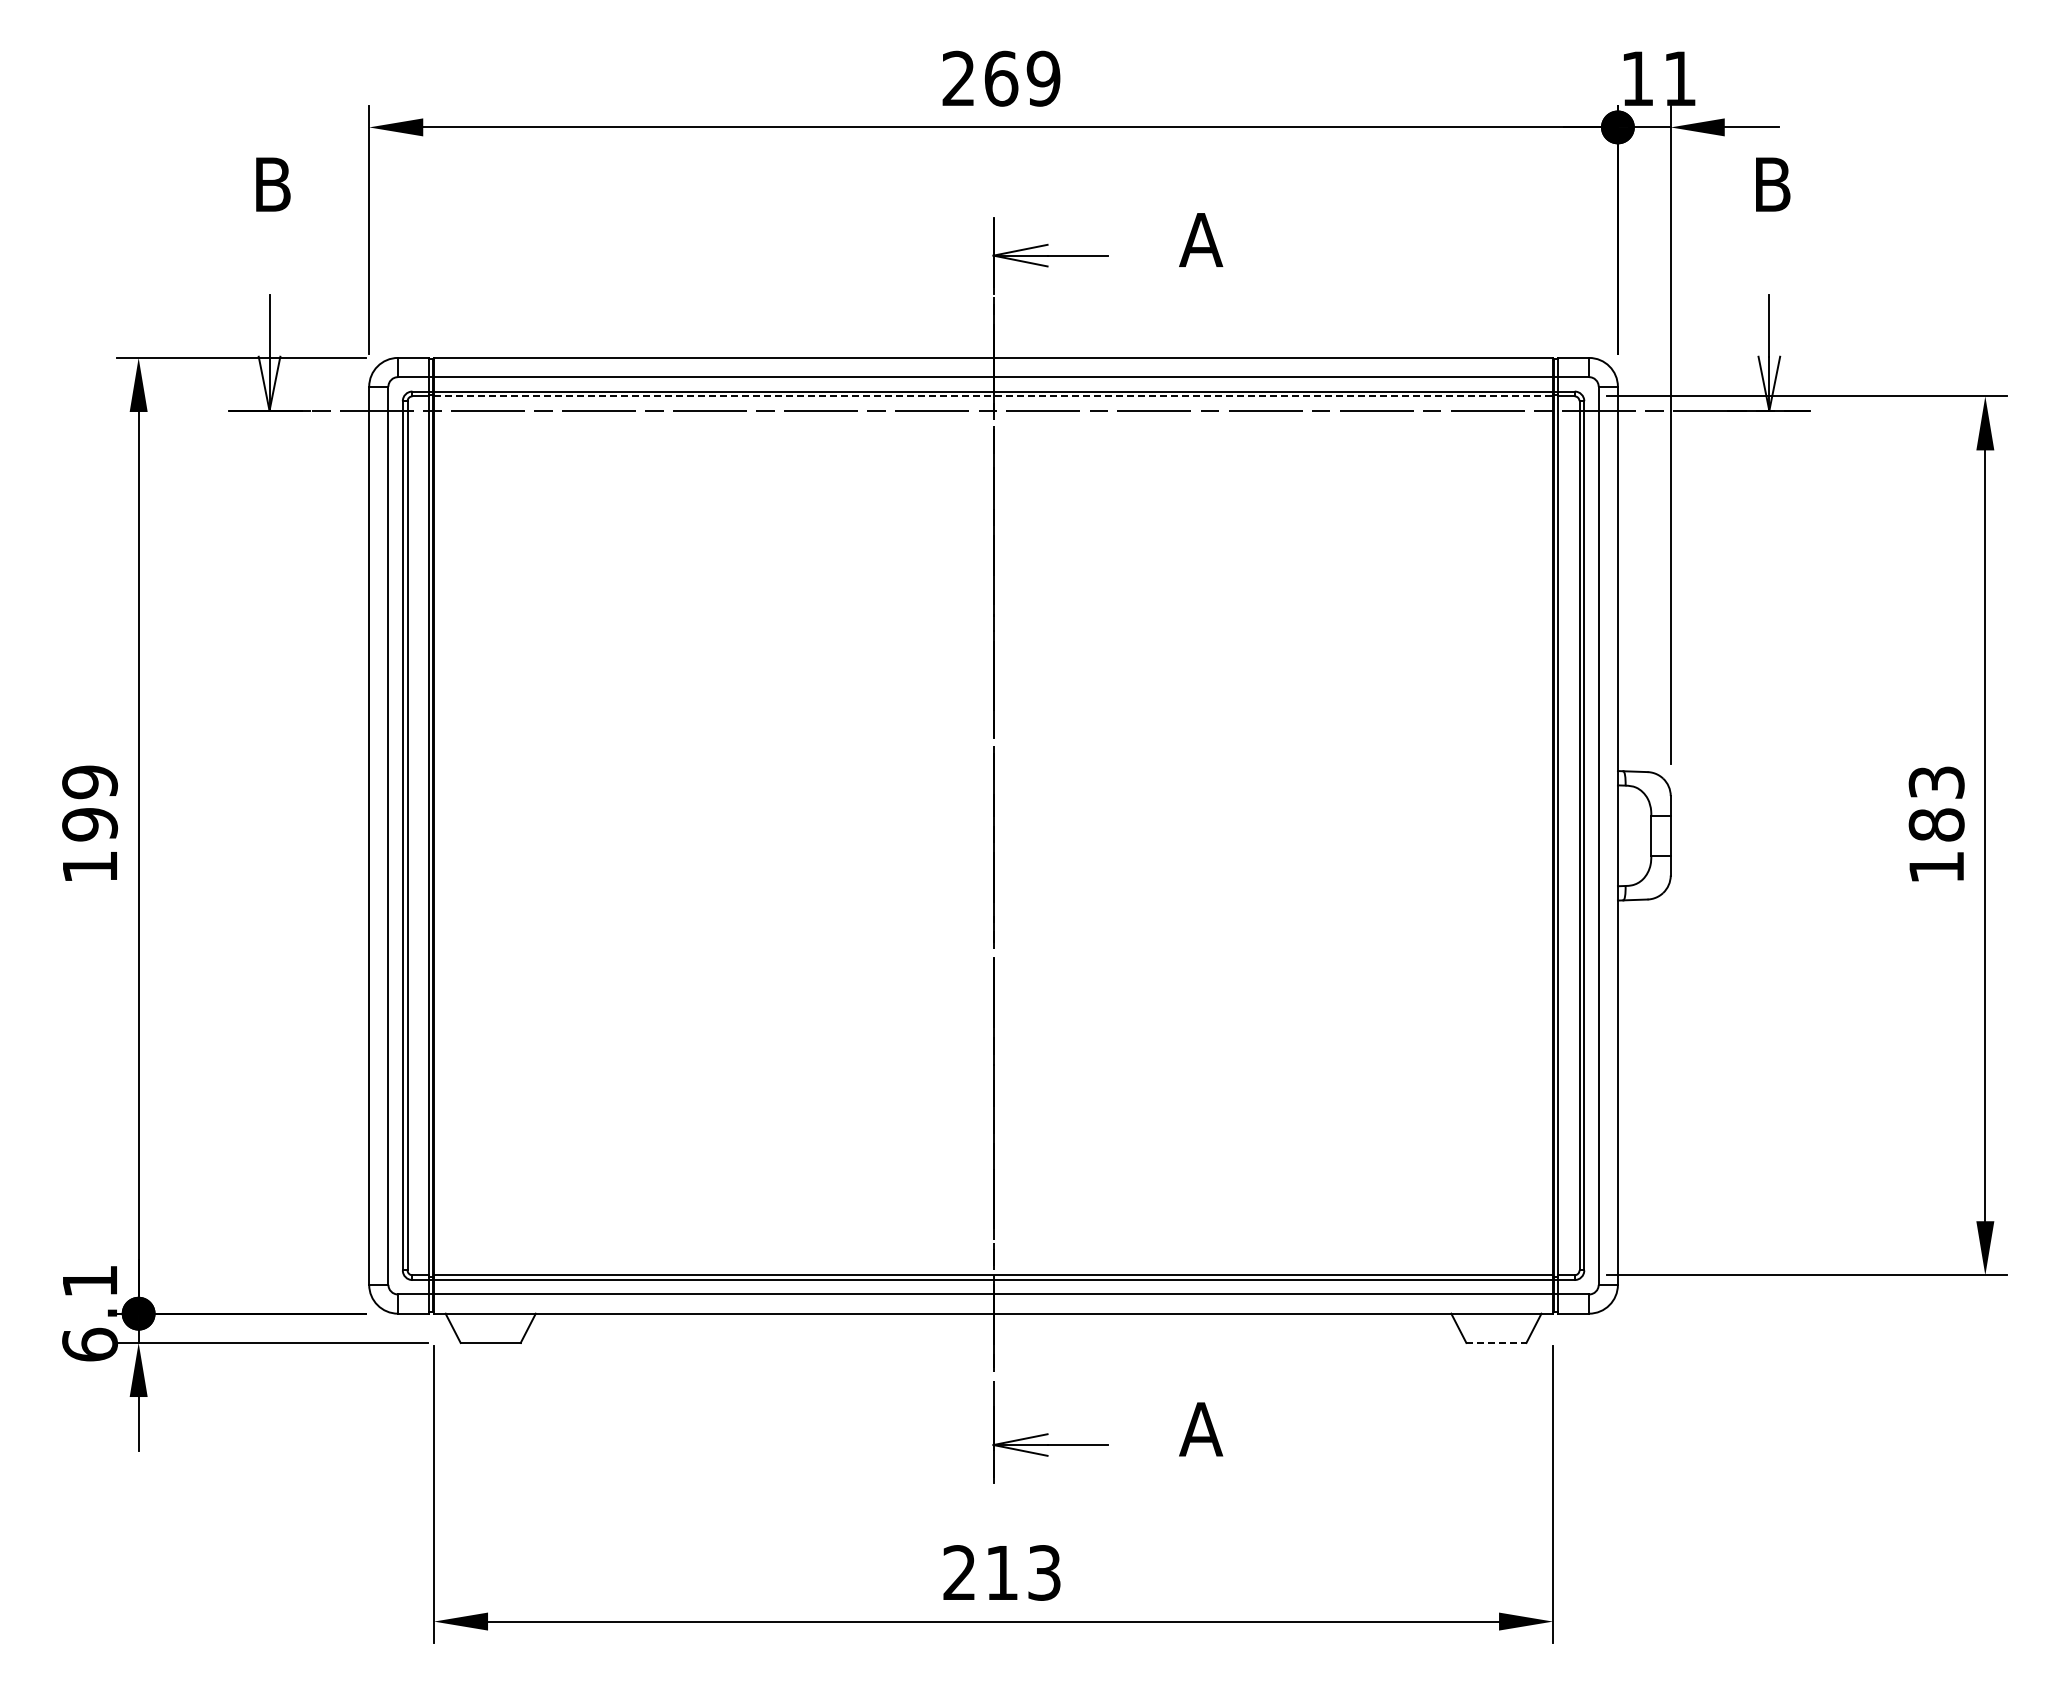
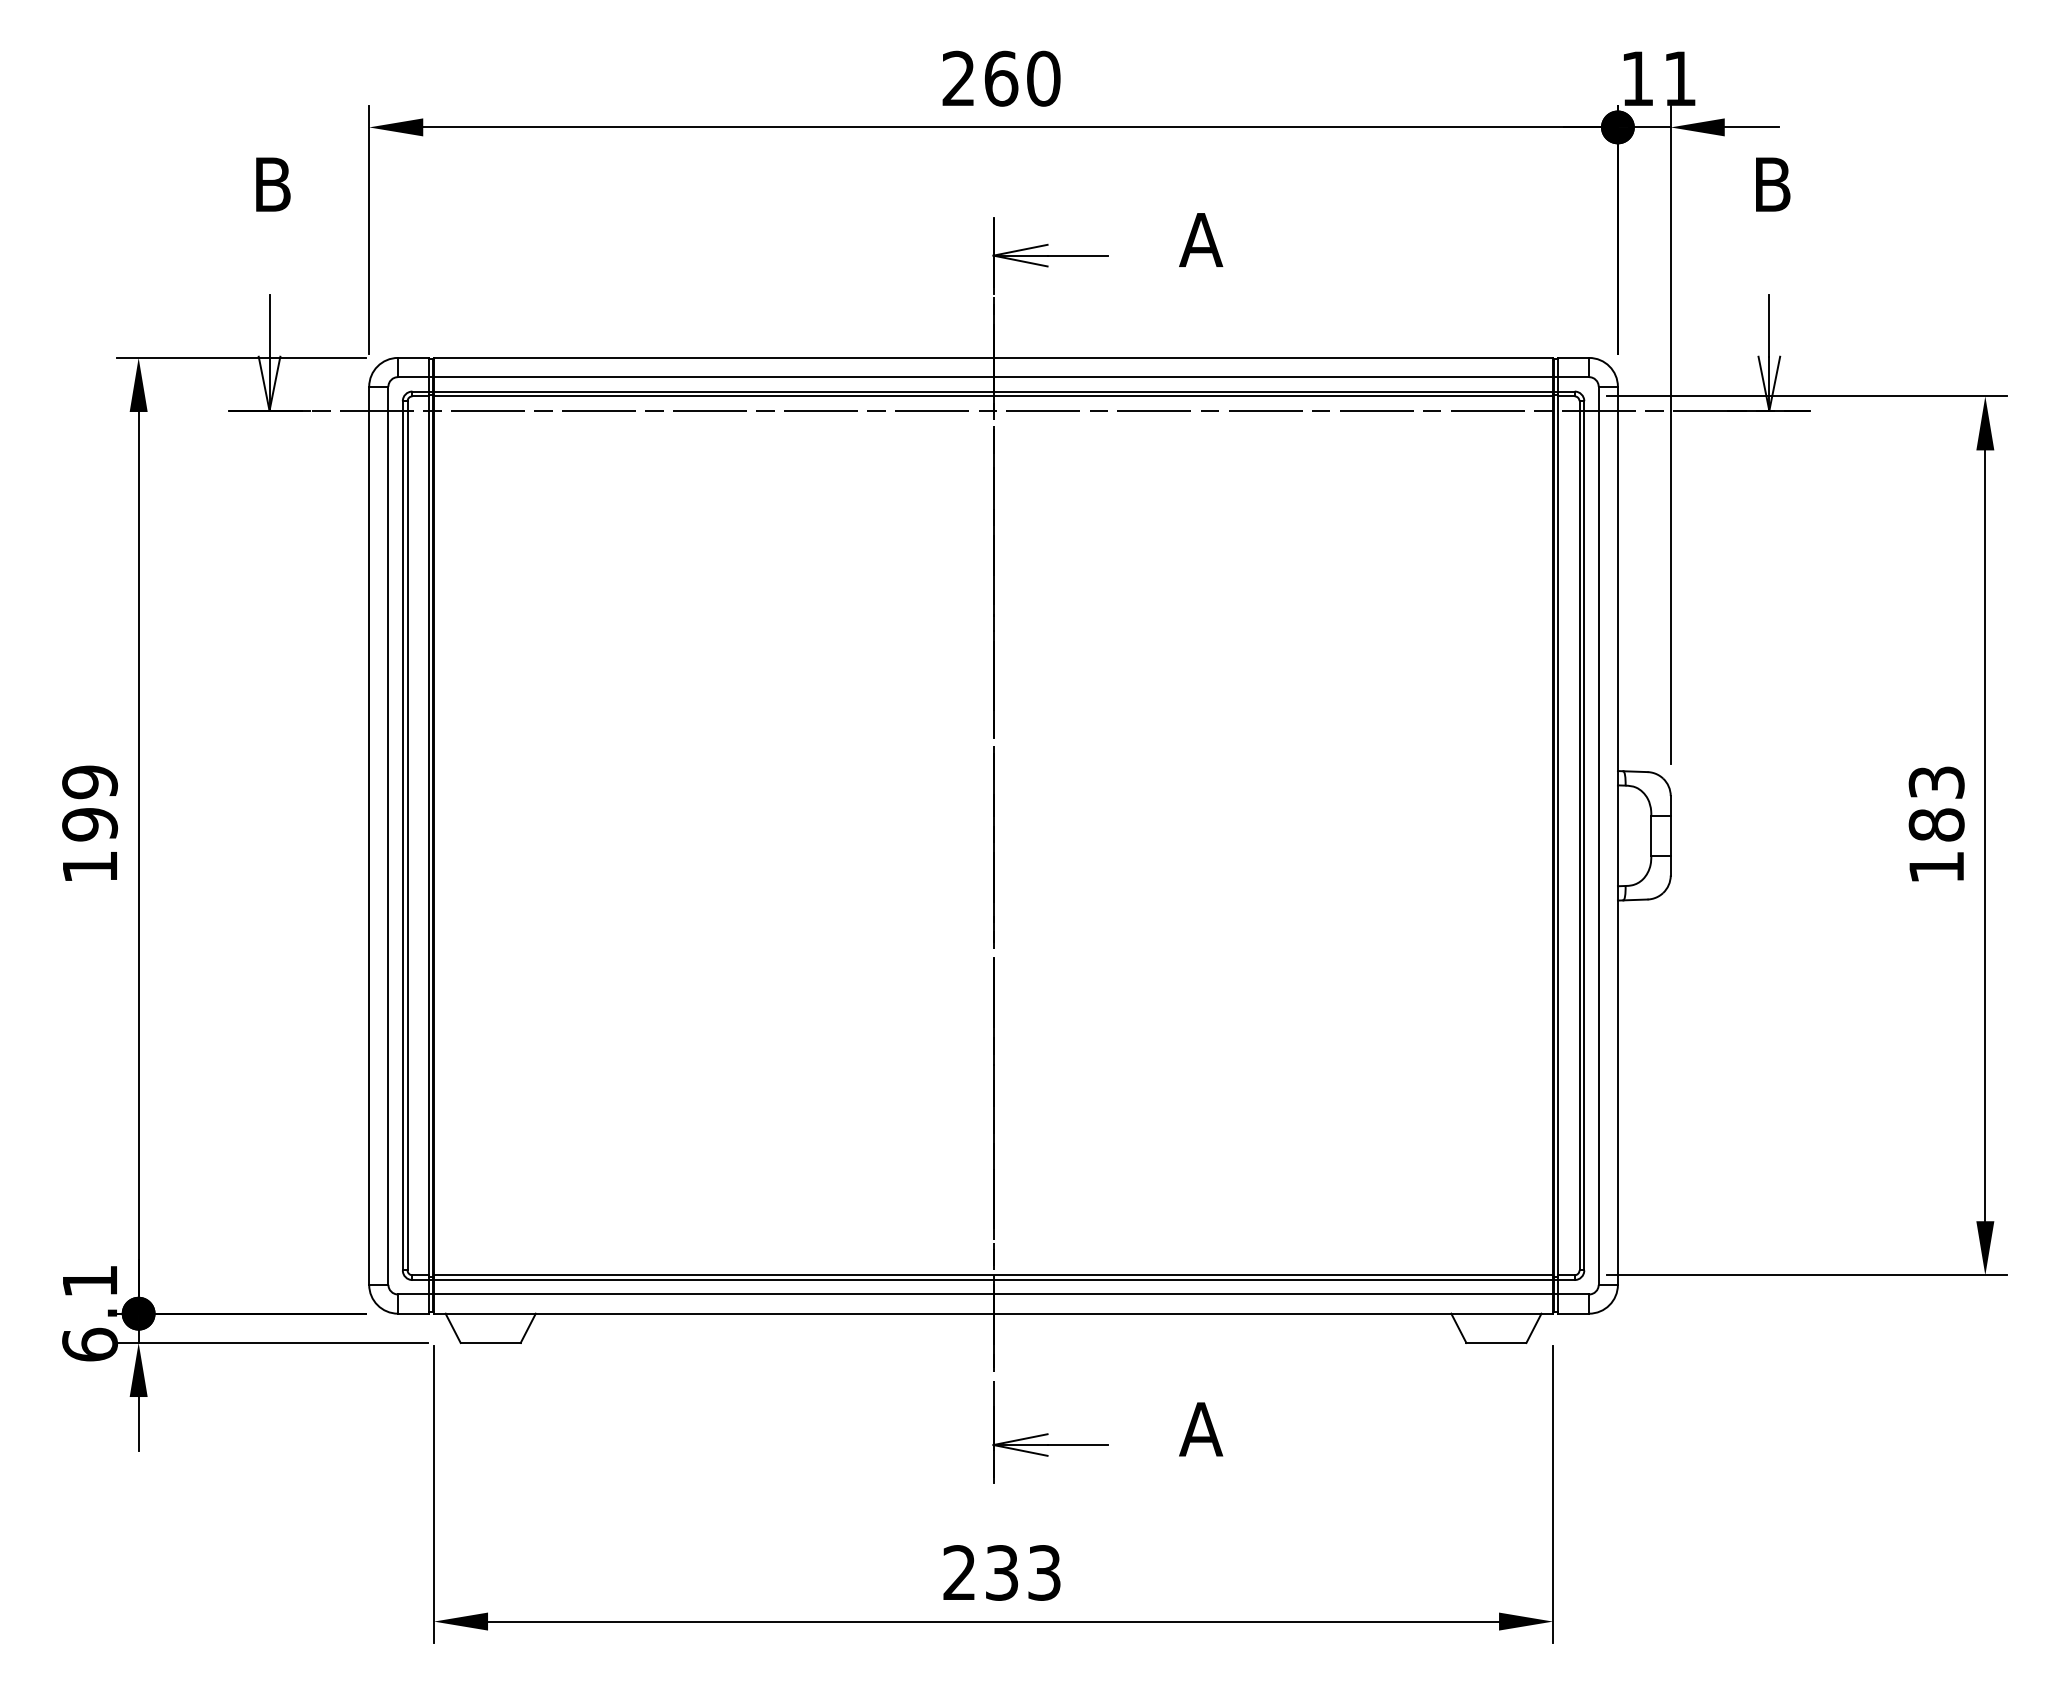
text at (1043, 78): 269 -> 260
line at (993, 396): dashed -> solid
line at (1496, 1342): dashed -> solid
text at (1002, 1572): 213 -> 233
